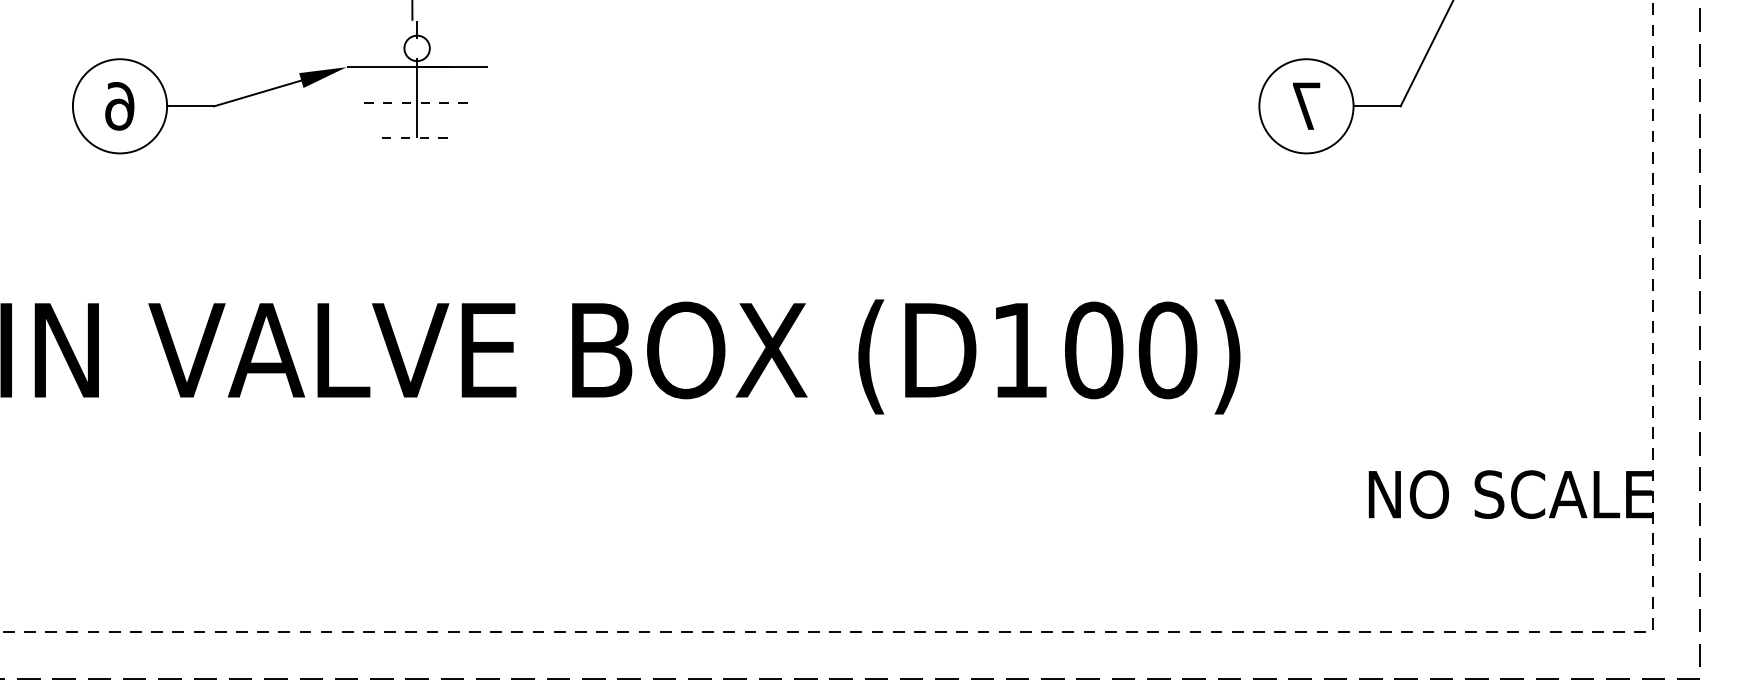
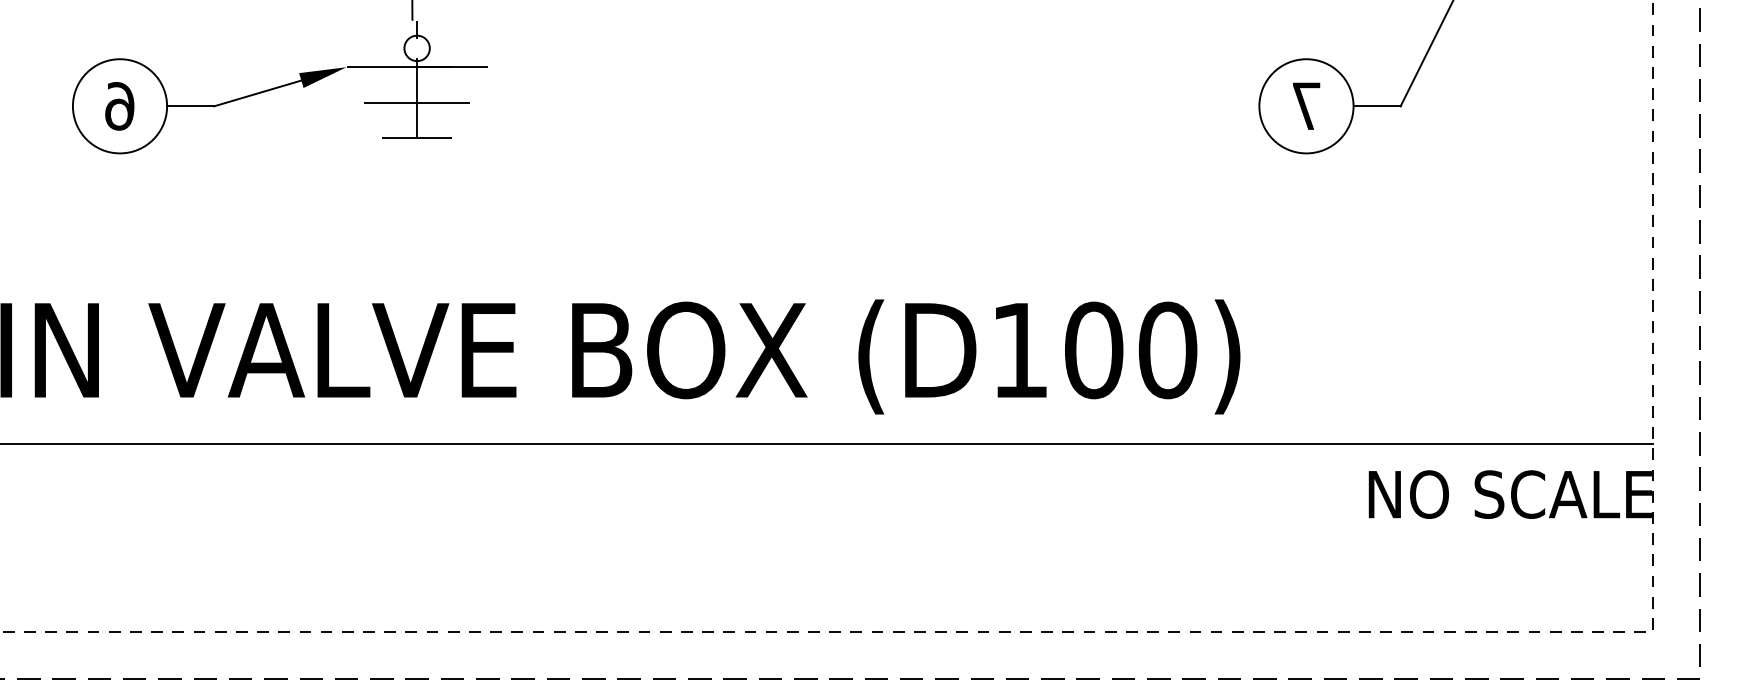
line at (417, 102): dashed -> solid
line at (417, 137): dashed -> solid
line at (827, 443): none -> present
